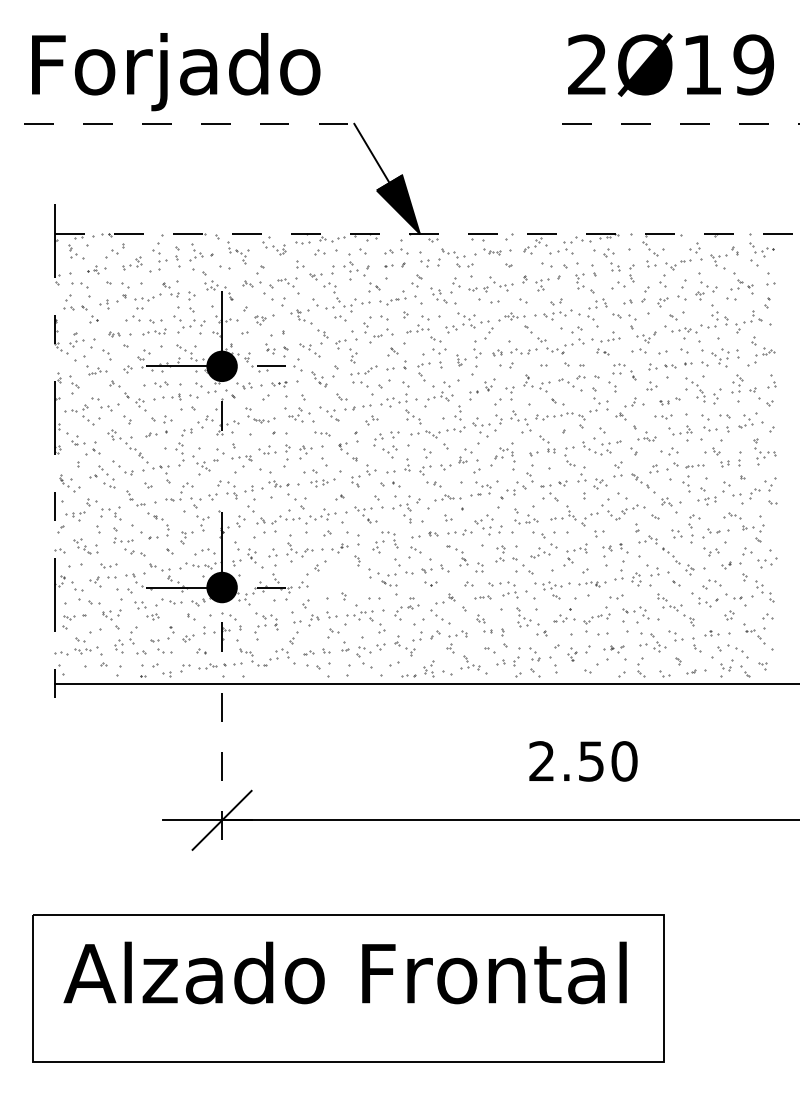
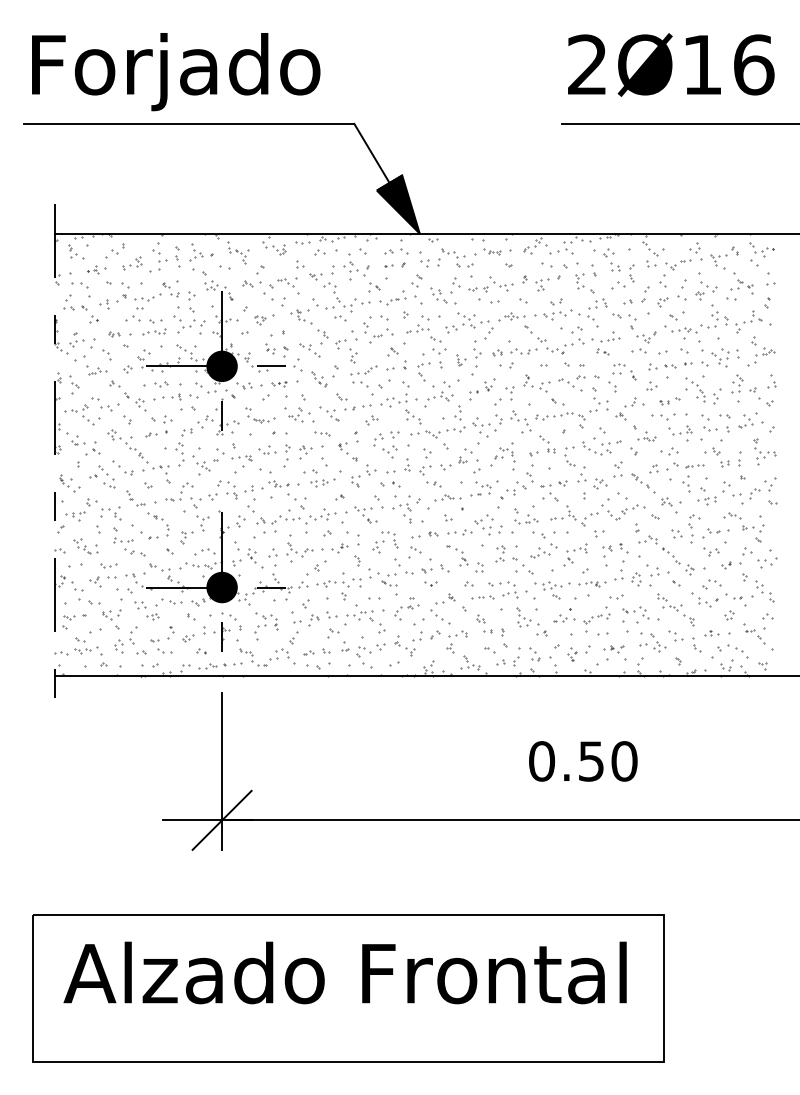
text at (753, 64): 2Ø19 -> 2Ø16
line at (189, 123): dashed -> solid
line at (680, 123): dashed -> solid
line at (427, 233): dashed -> solid
part at (663, 416) size: 19x6 px -> 25x8 px
part at (338, 579): none -> present
part at (482, 597) size: 18x5 px -> 24x5 px
line at (425, 684) position: (425, 684) -> (425, 676)
text at (542, 761): 2.50 -> 0.50
line at (222, 771): dashed -> solid
